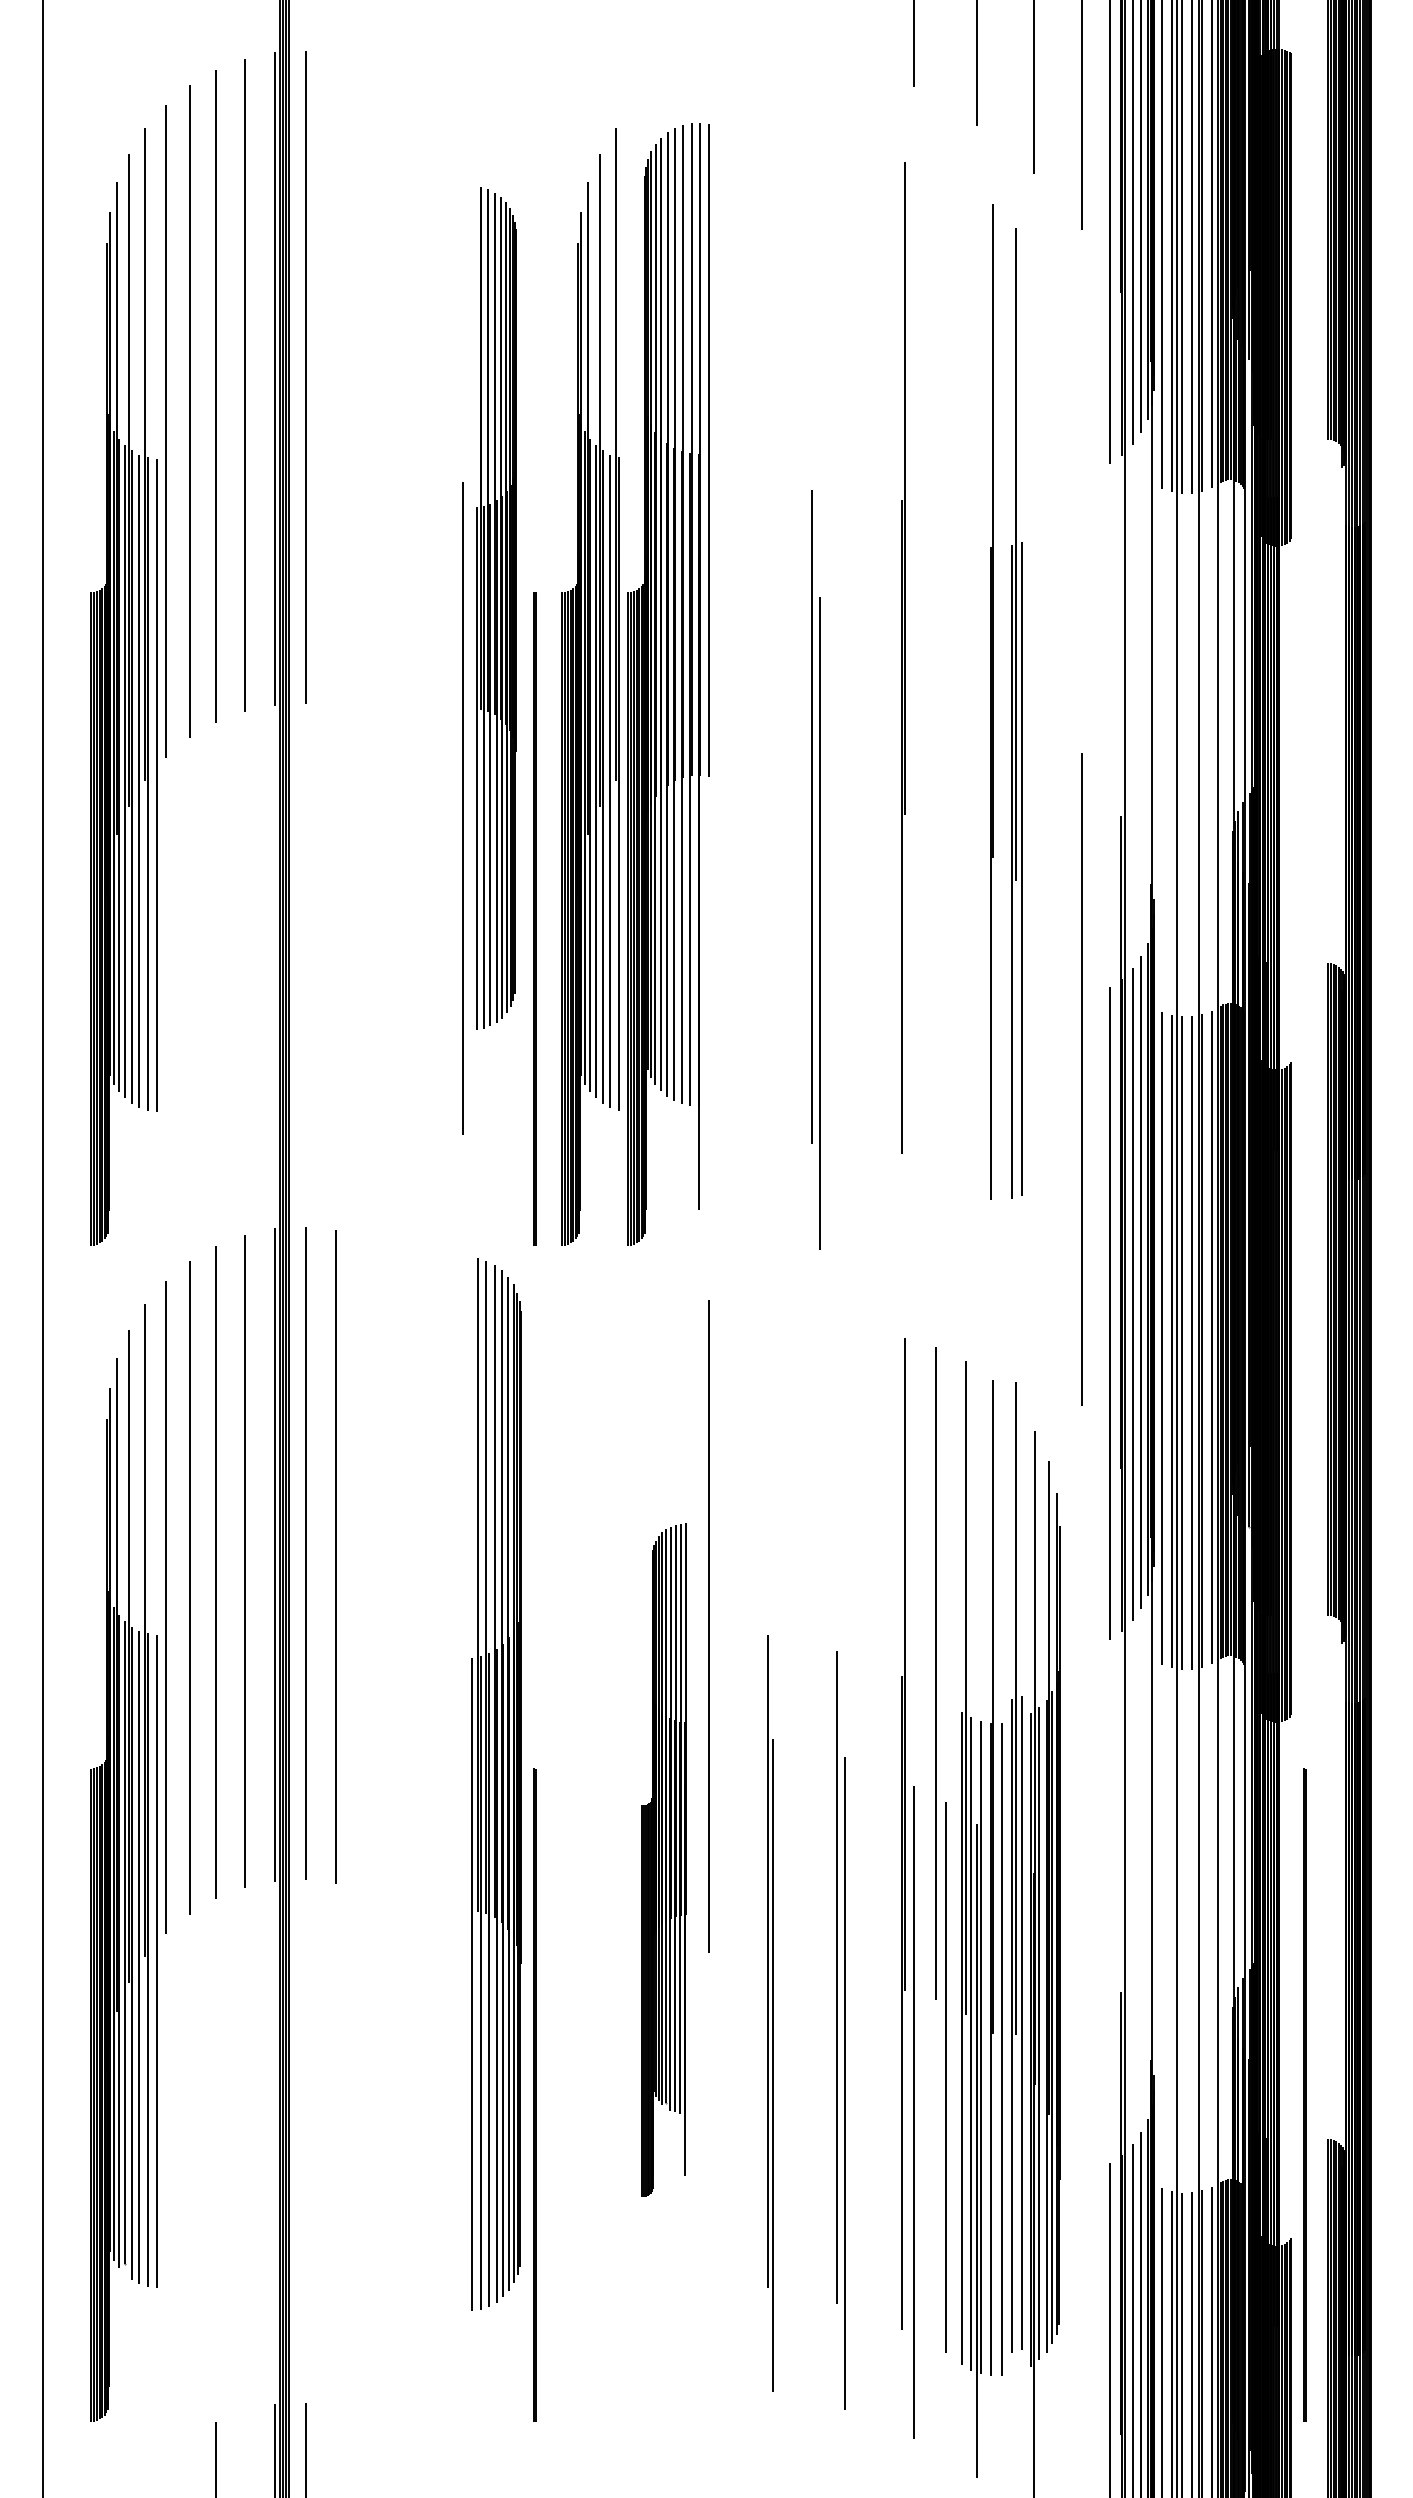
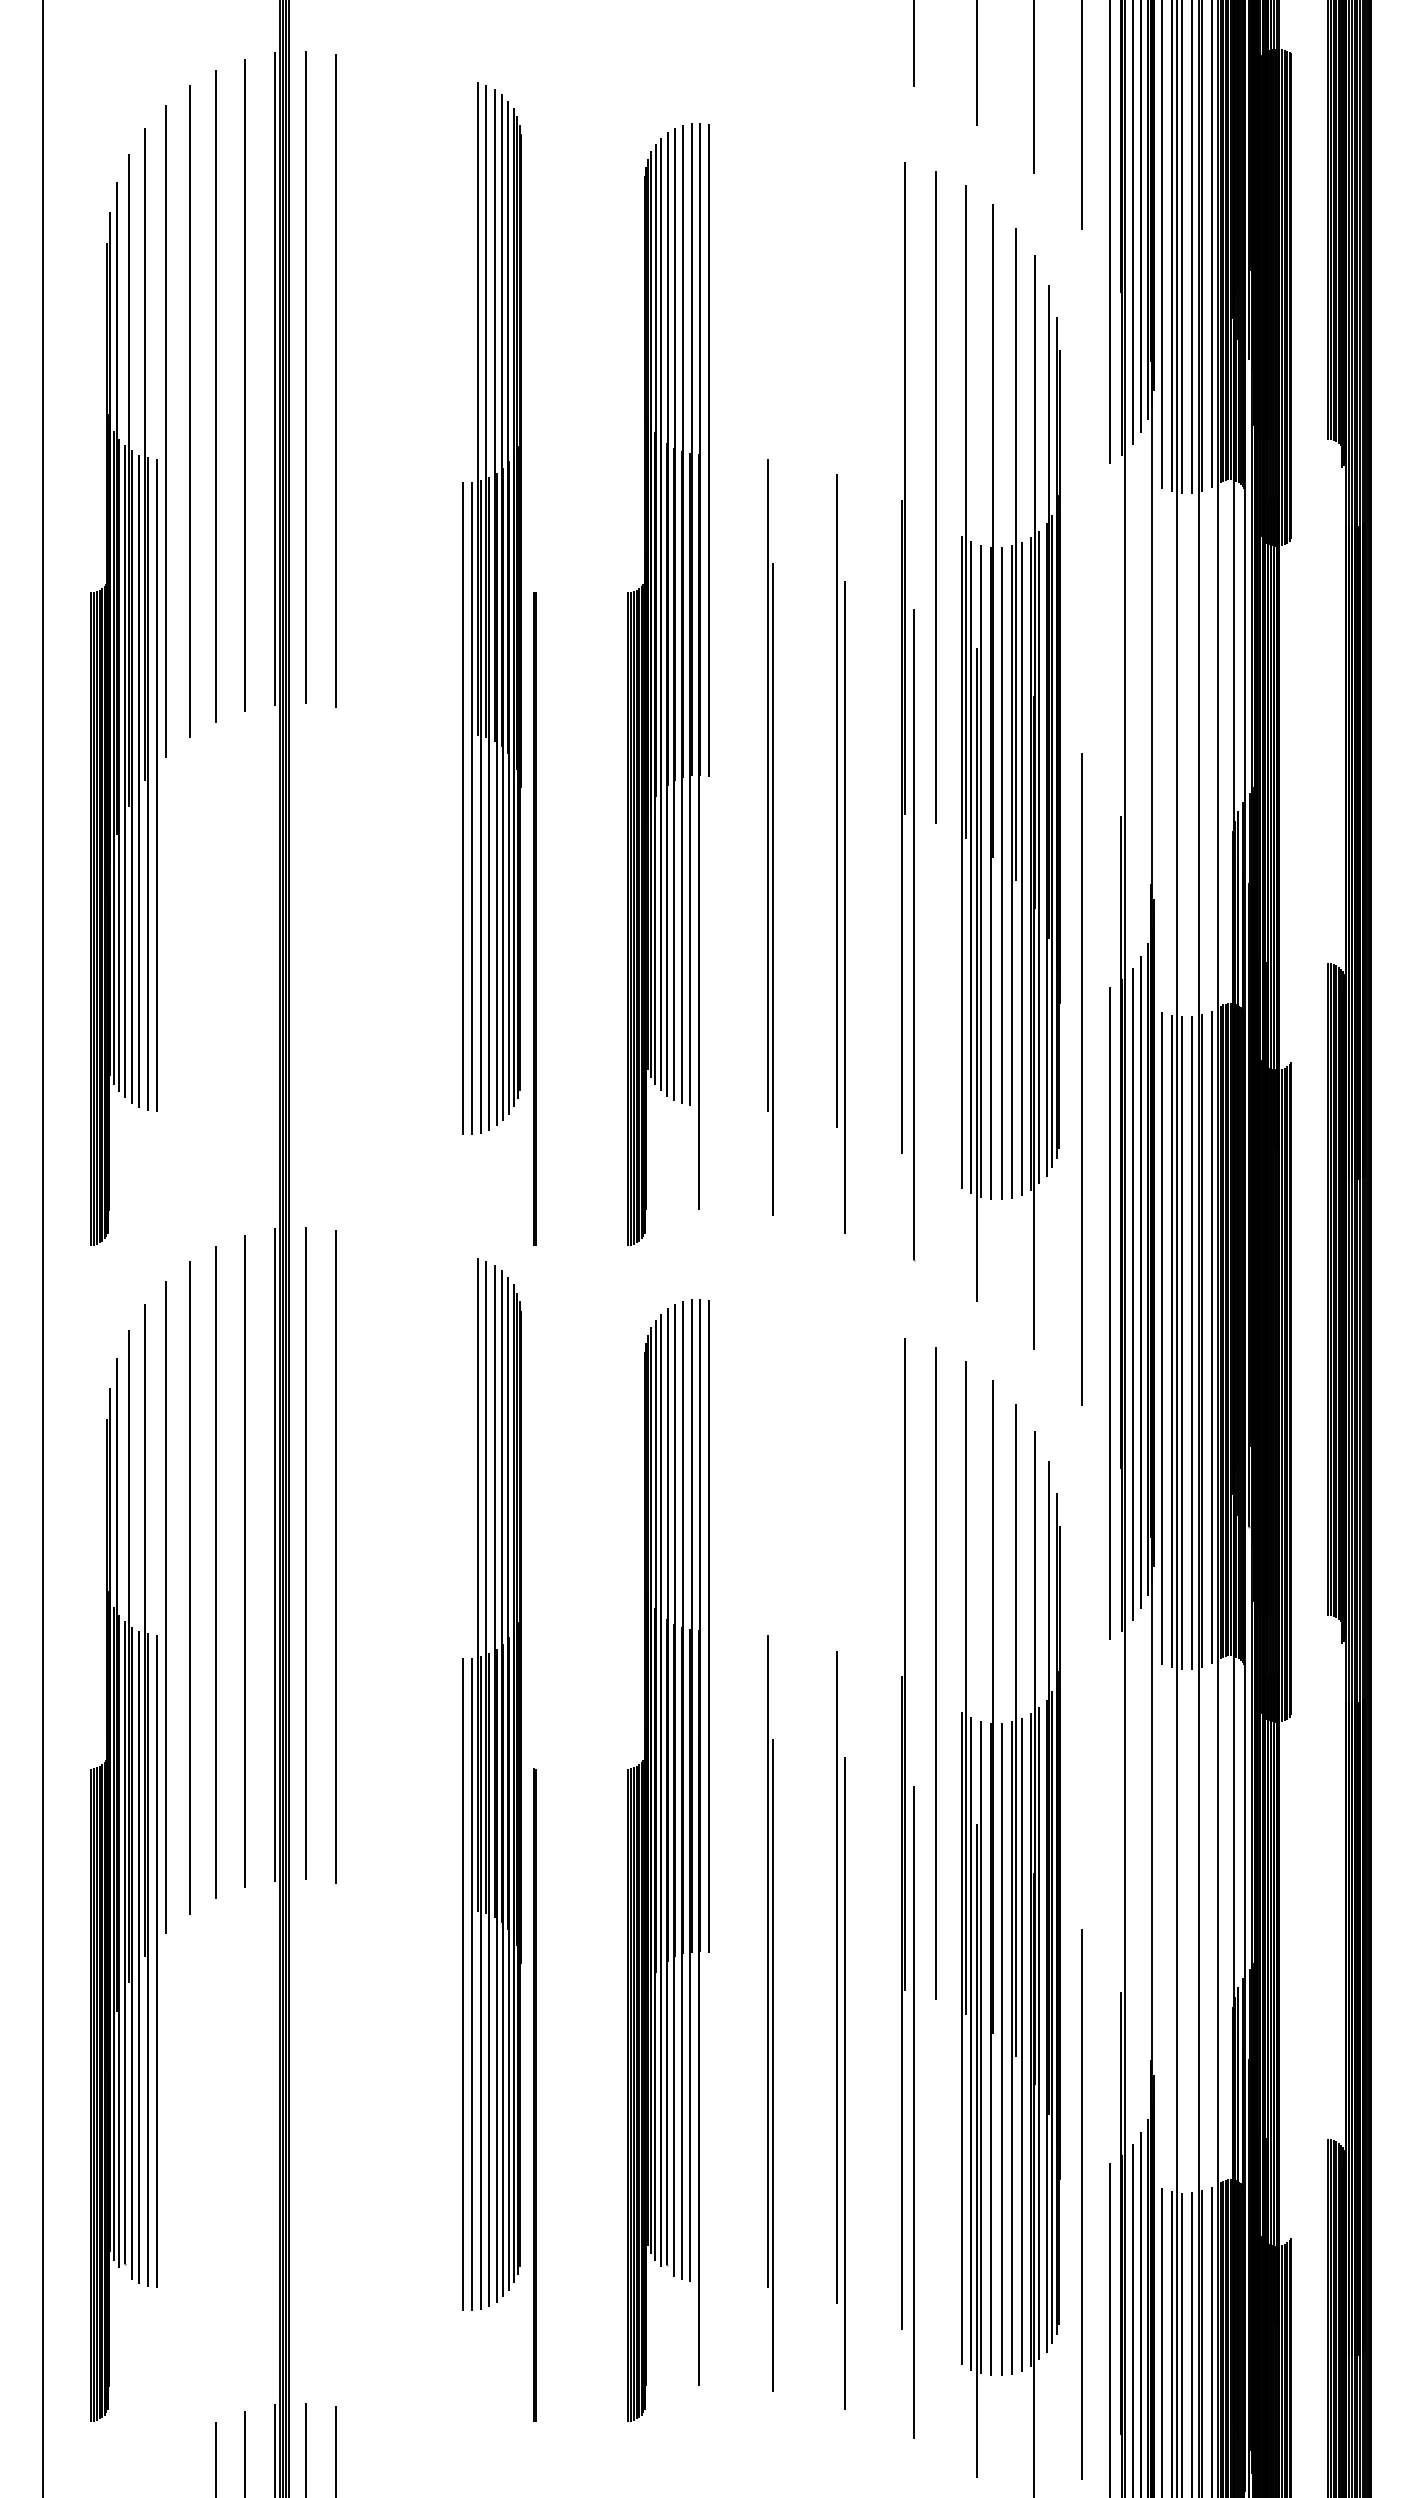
line at (335, 380): none -> present
line at (935, 497): none -> present
part at (496, 608) size: 41x843 px -> 51x1053 px
part at (590, 686): present -> none
part at (971, 743): none -> present
part at (1045, 802): none -> present
part at (770, 837): none -> present
part at (815, 869) position: (815, 869) -> (840, 853)
line at (1001, 873): none -> present
line at (914, 935): none -> present
part at (663, 1859) size: 46x674 px -> 74x1123 px
part at (1016, 1867) position: (1016, 1867) -> (1016, 1889)
line at (462, 1984): none -> present
line at (945, 2077) position: (945, 2077) -> (1081, 2204)
line at (1304, 2094): present -> none
line at (336, 2450): none -> present
line at (244, 2452): none -> present
